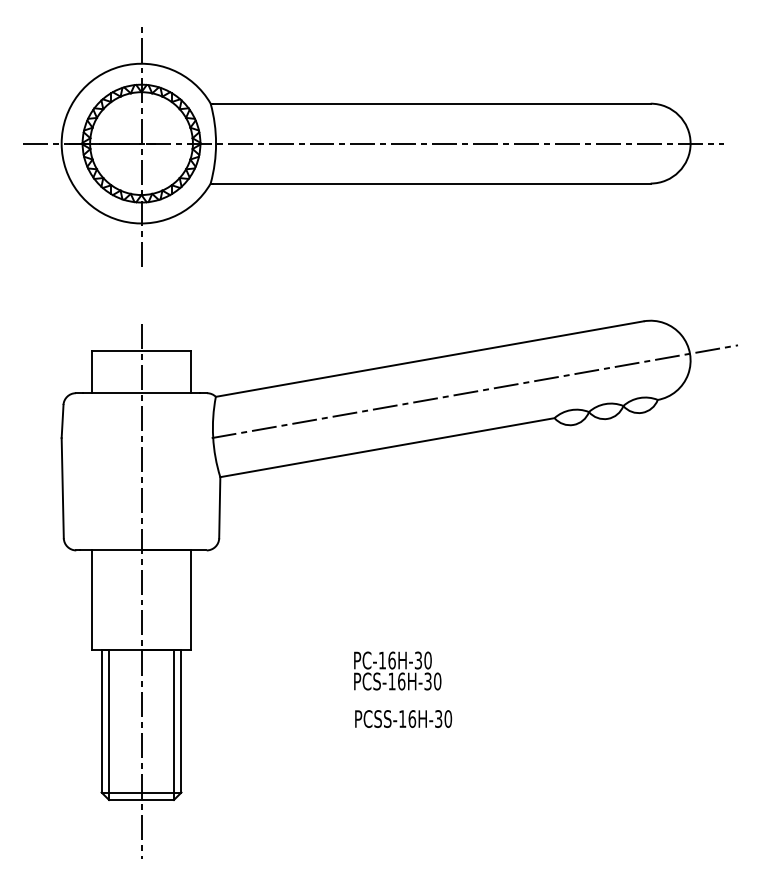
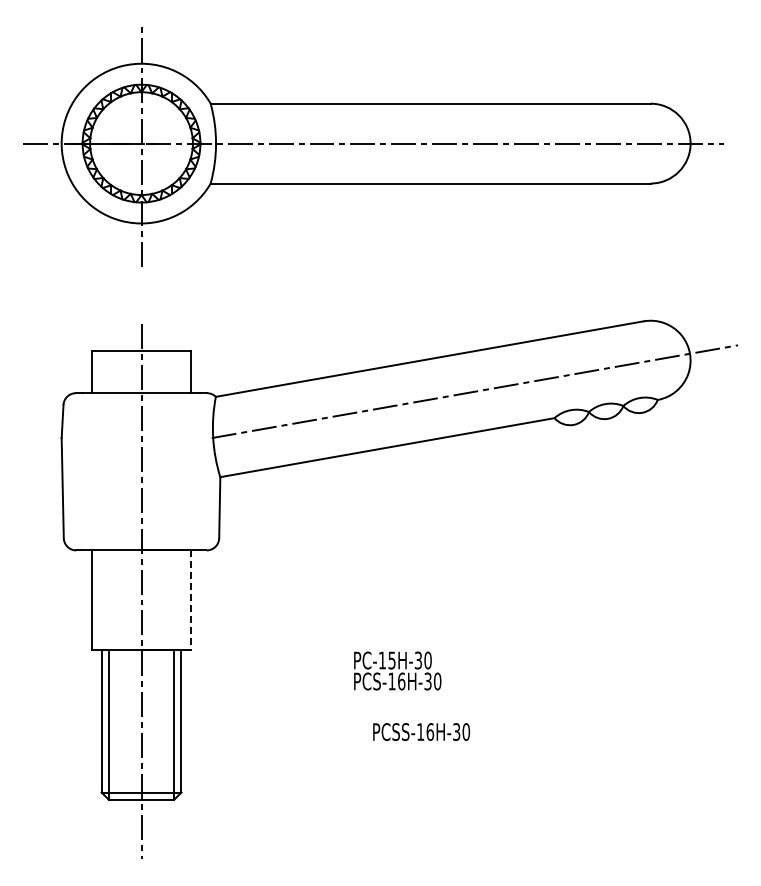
line at (191, 600): solid -> dashed
text at (391, 660): PC-16H-30 -> PC-15H-30
text at (403, 718) position: (403, 718) -> (421, 731)
